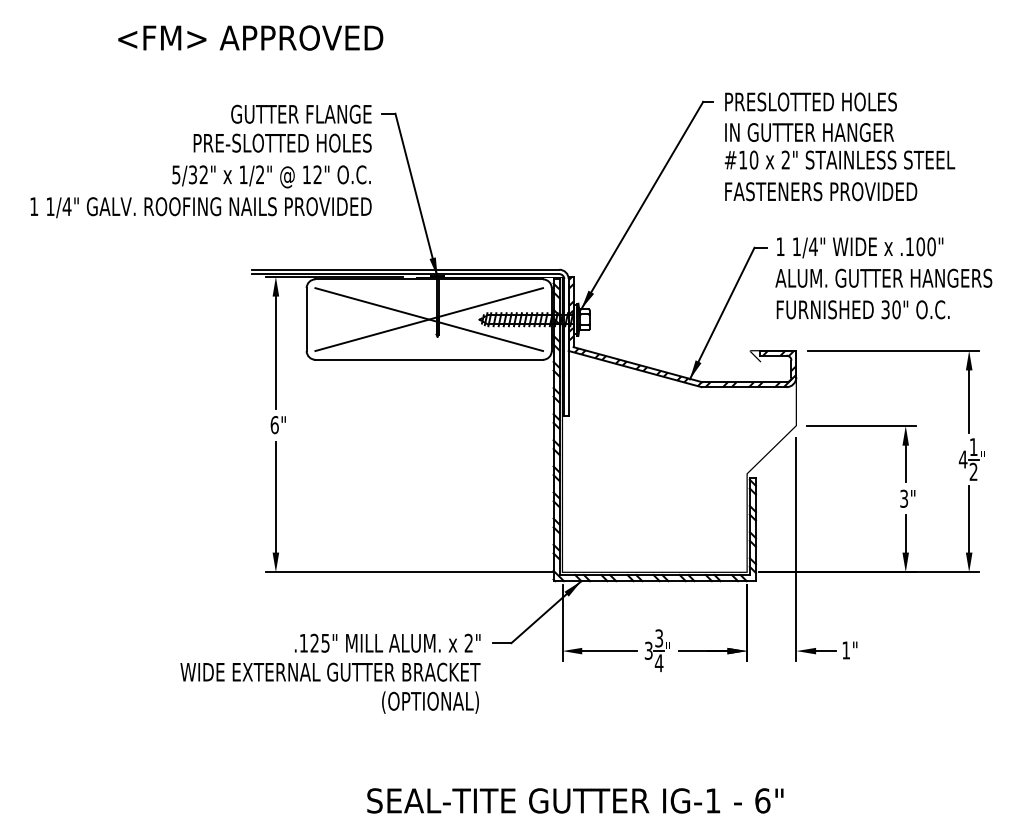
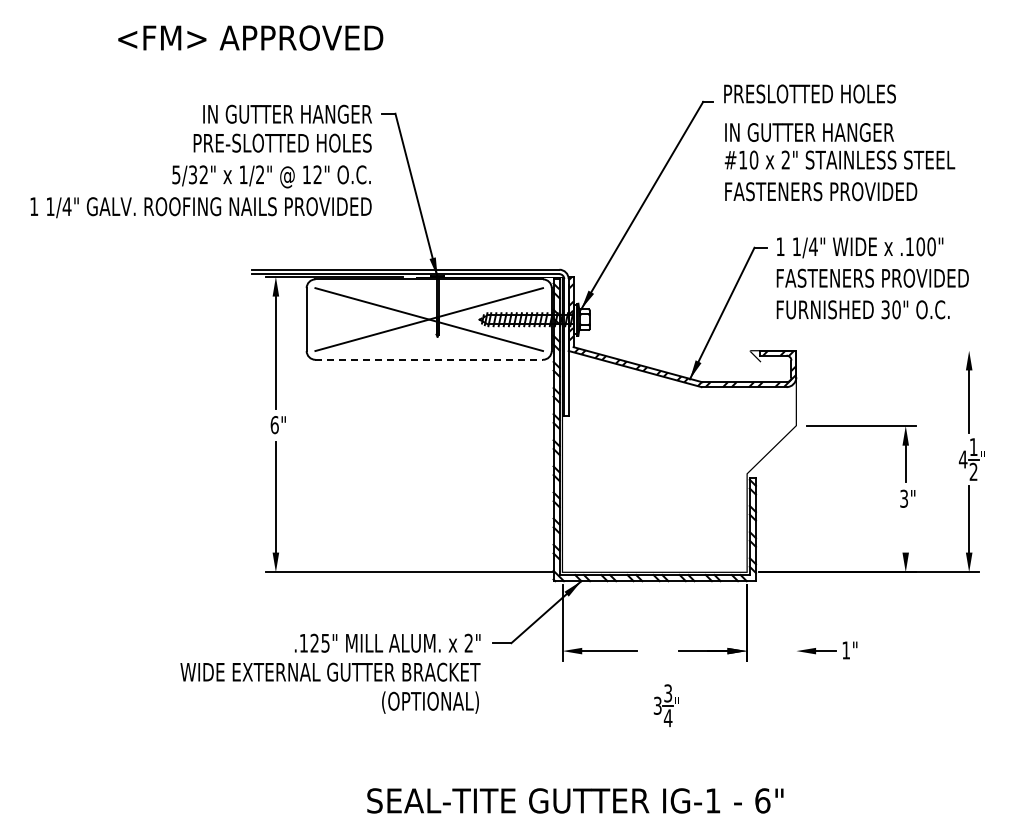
text at (810, 101) position: (810, 101) -> (809, 93)
text at (287, 113): GUTTER FLANGE -> IN GUTTER HANGER
text at (883, 277): ALUM. GUTTER HANGERS -> FASTENERS PROVIDED
line at (893, 350): present -> none
line at (429, 359): solid -> dashed
line at (905, 533): present -> none
line at (796, 548): present -> none
part at (656, 650) position: (656, 650) -> (665, 705)
